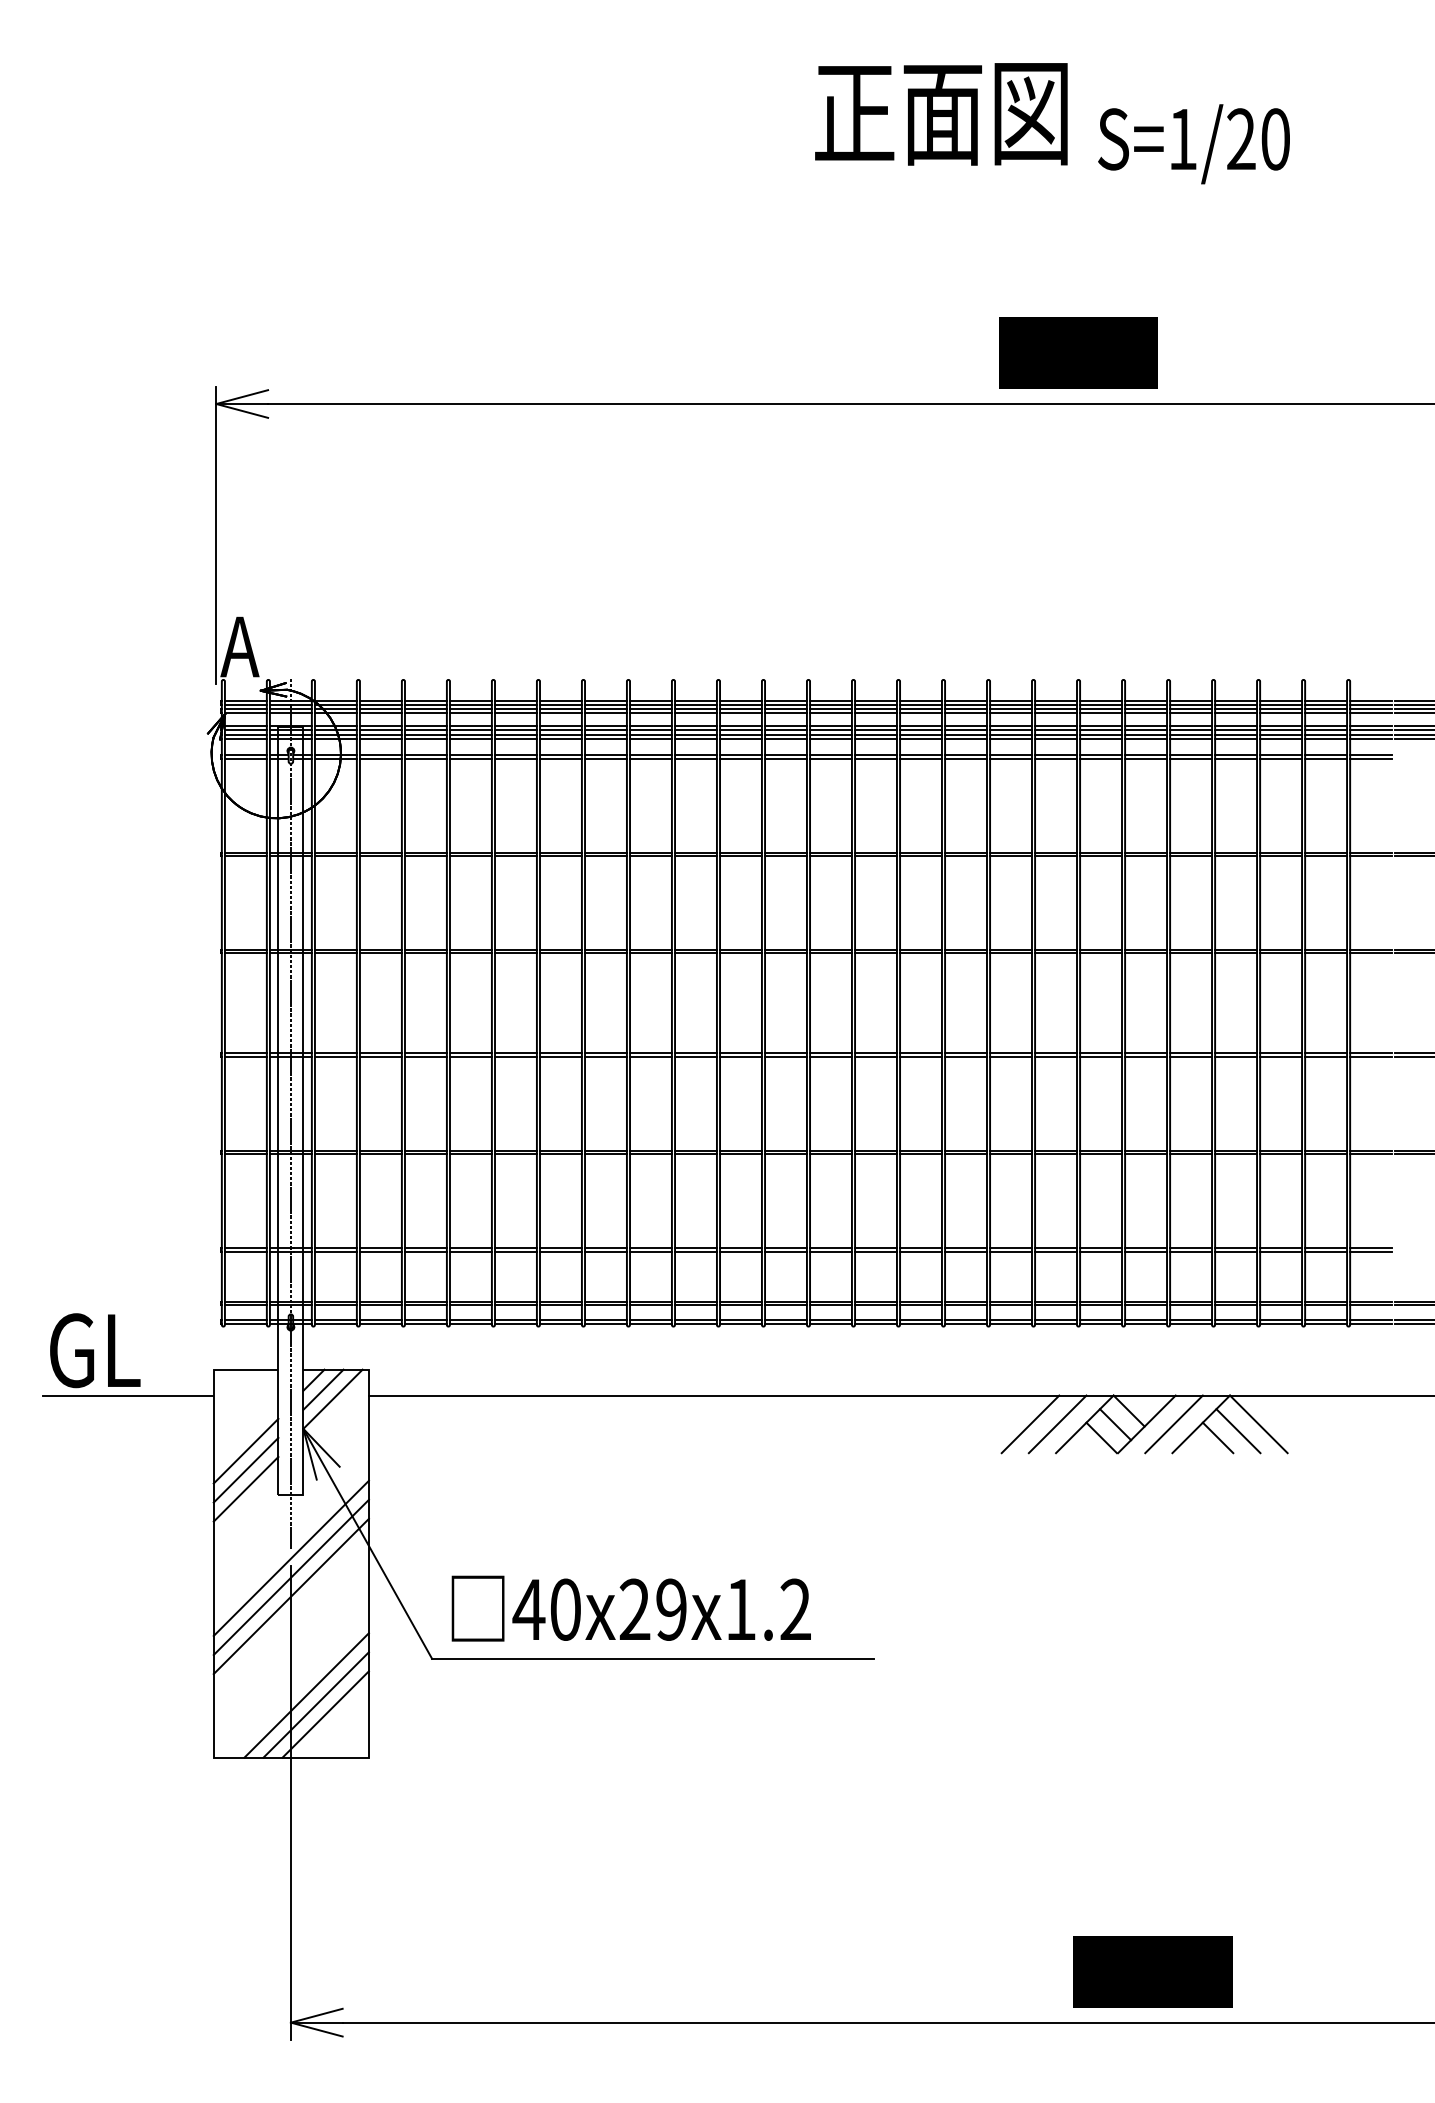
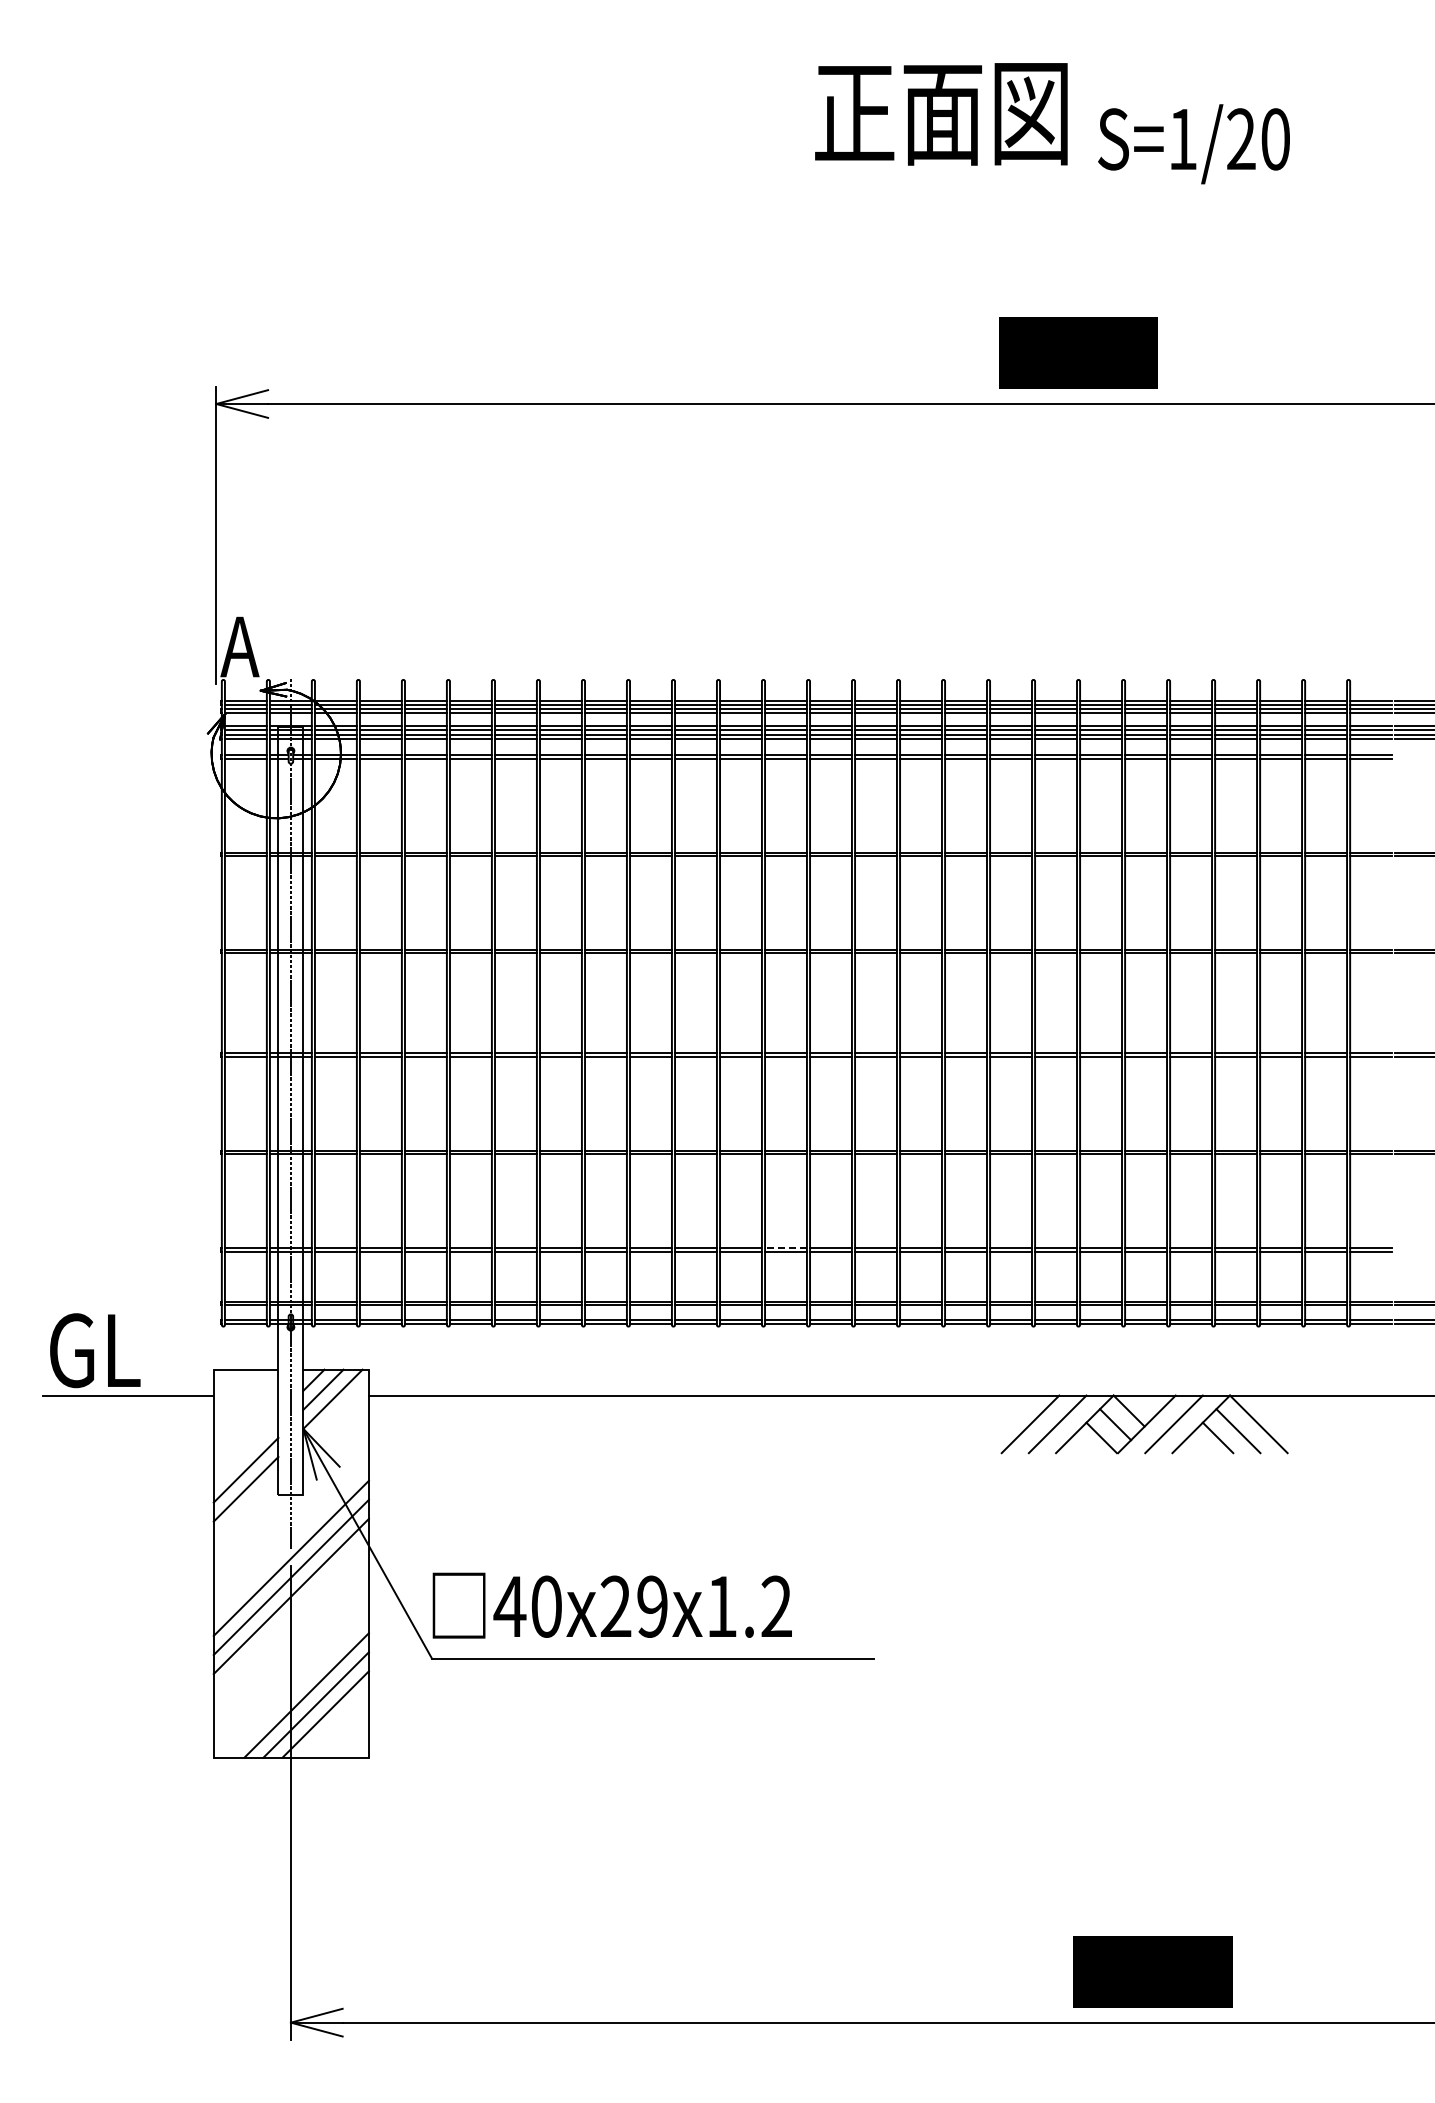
line at (785, 1247): solid -> dashed
line at (245, 1450): present -> none
text at (630, 1608) position: (630, 1608) -> (611, 1605)
